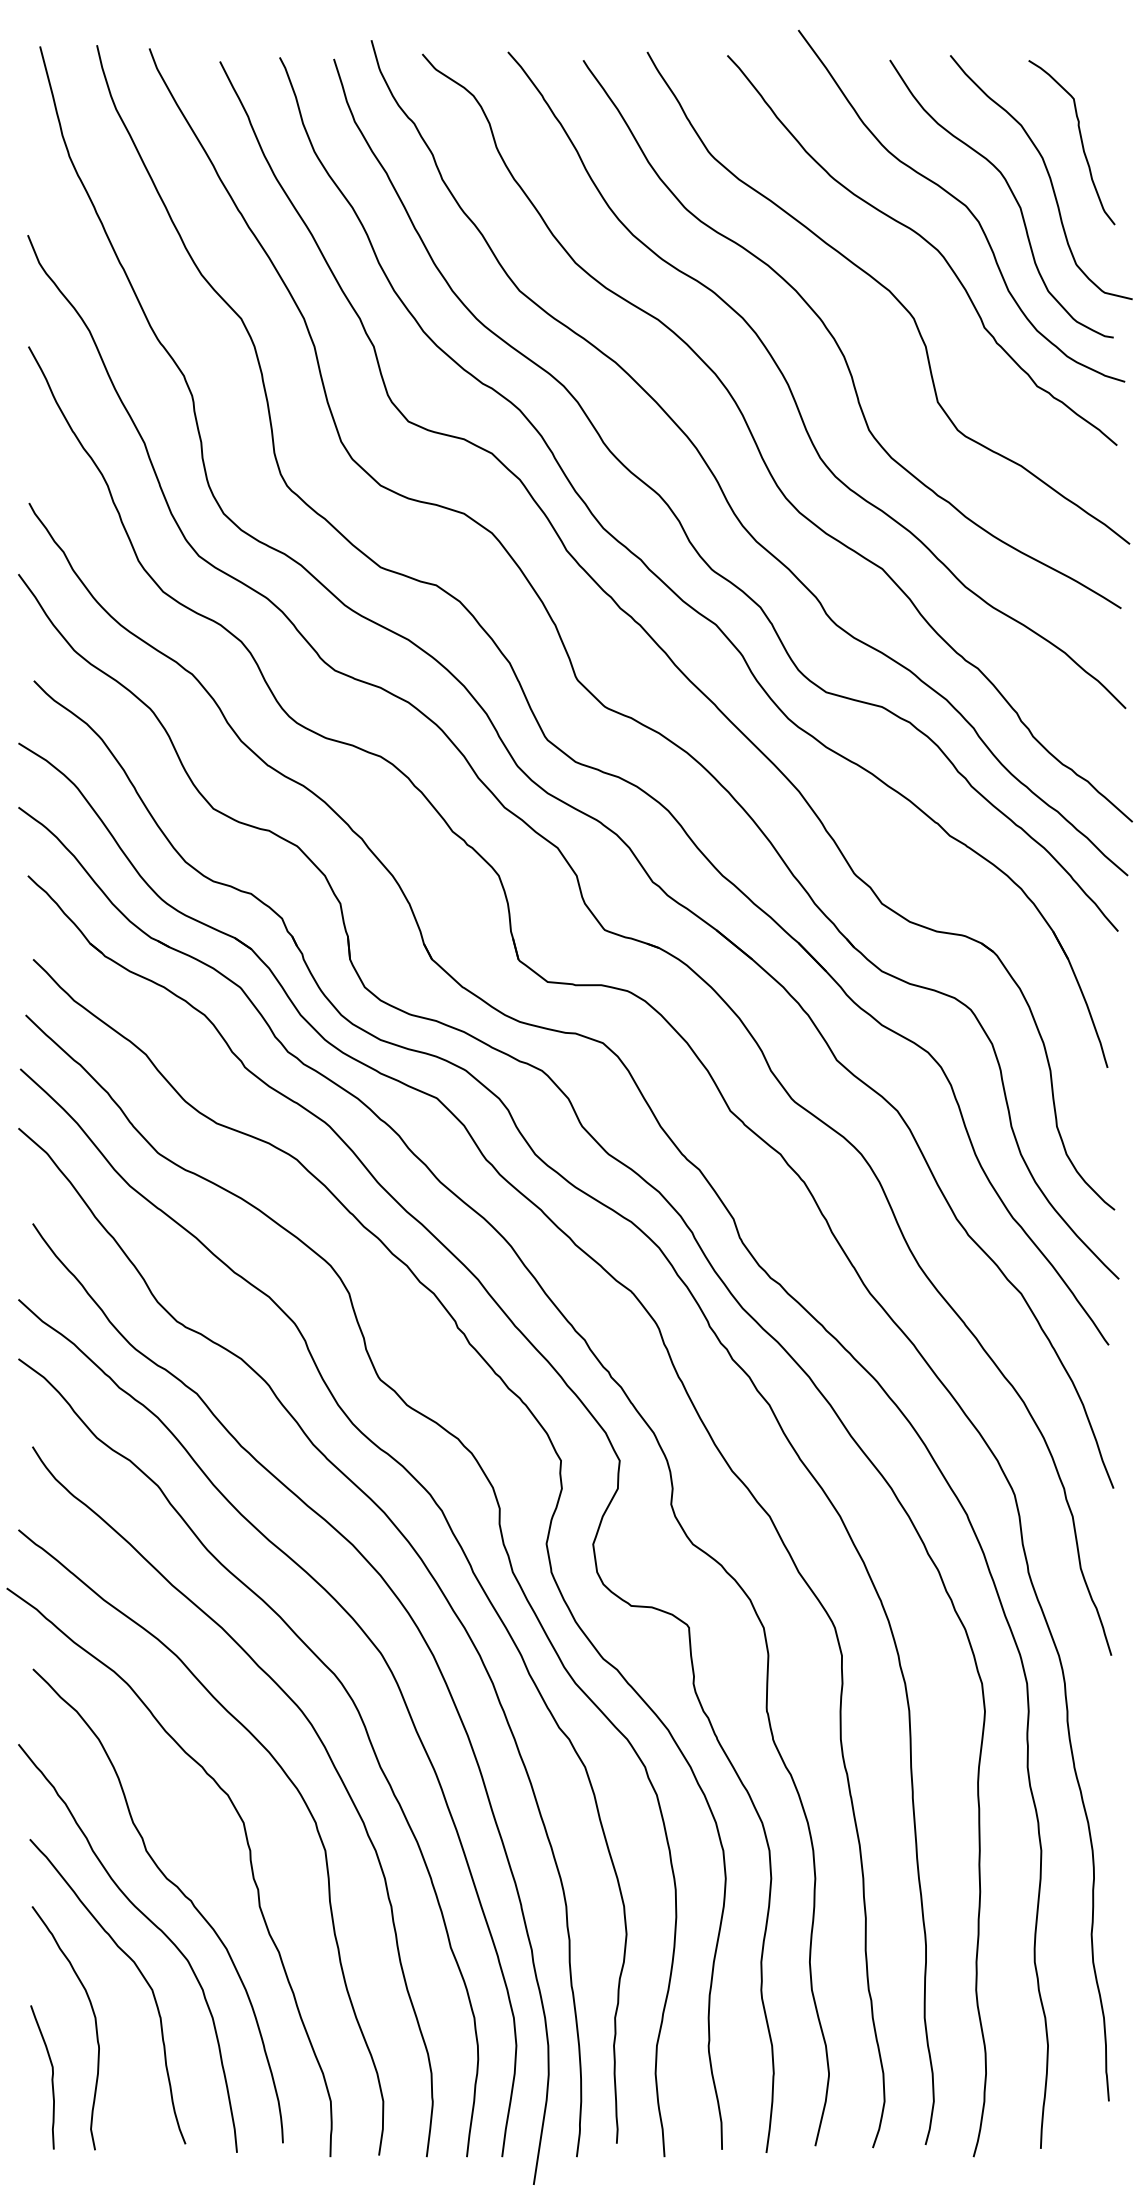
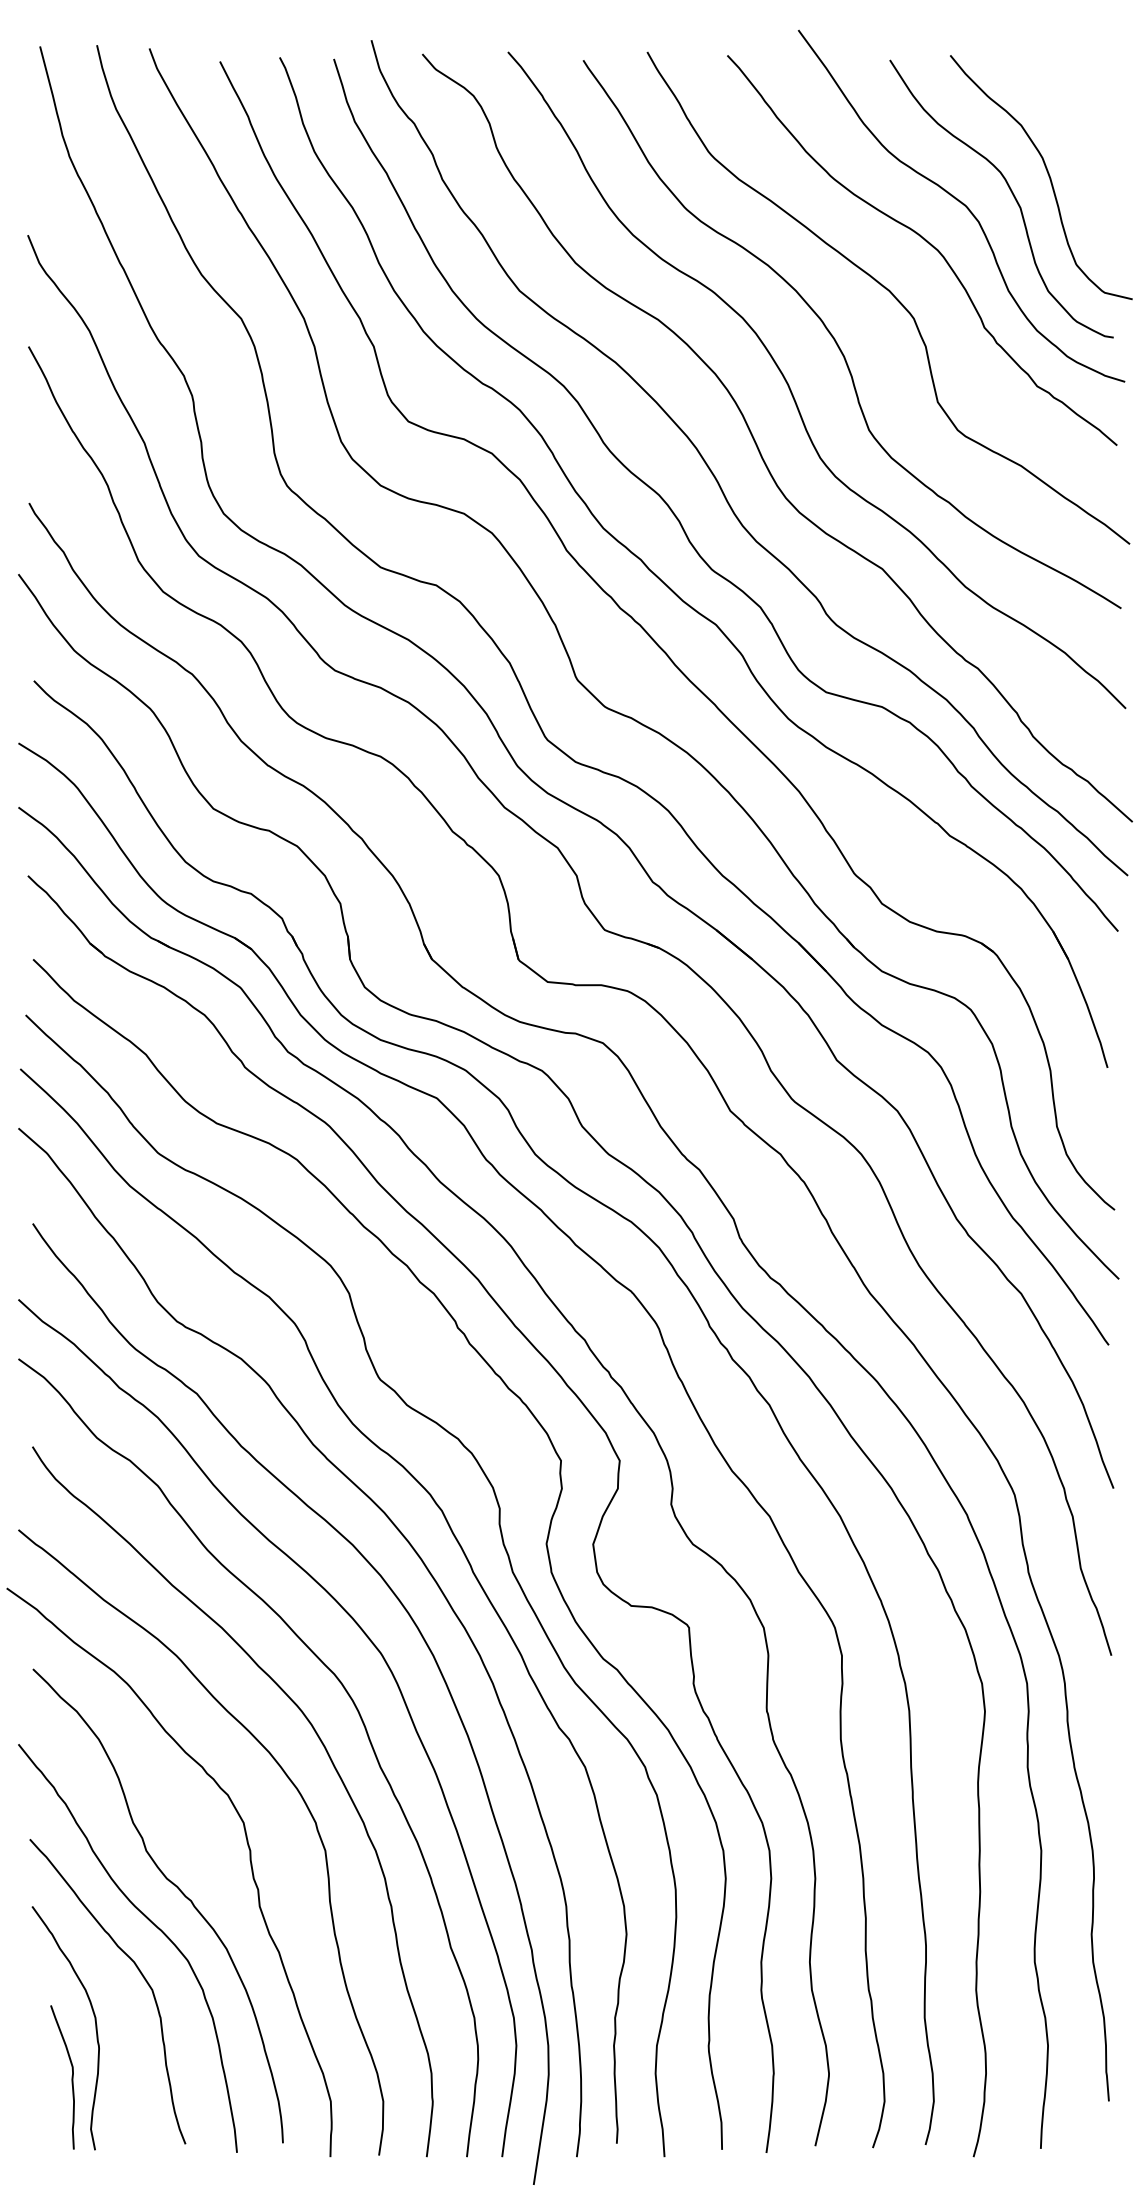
curve at (1080, 140): present -> none
curve at (51, 2077) position: (51, 2077) -> (71, 2077)
